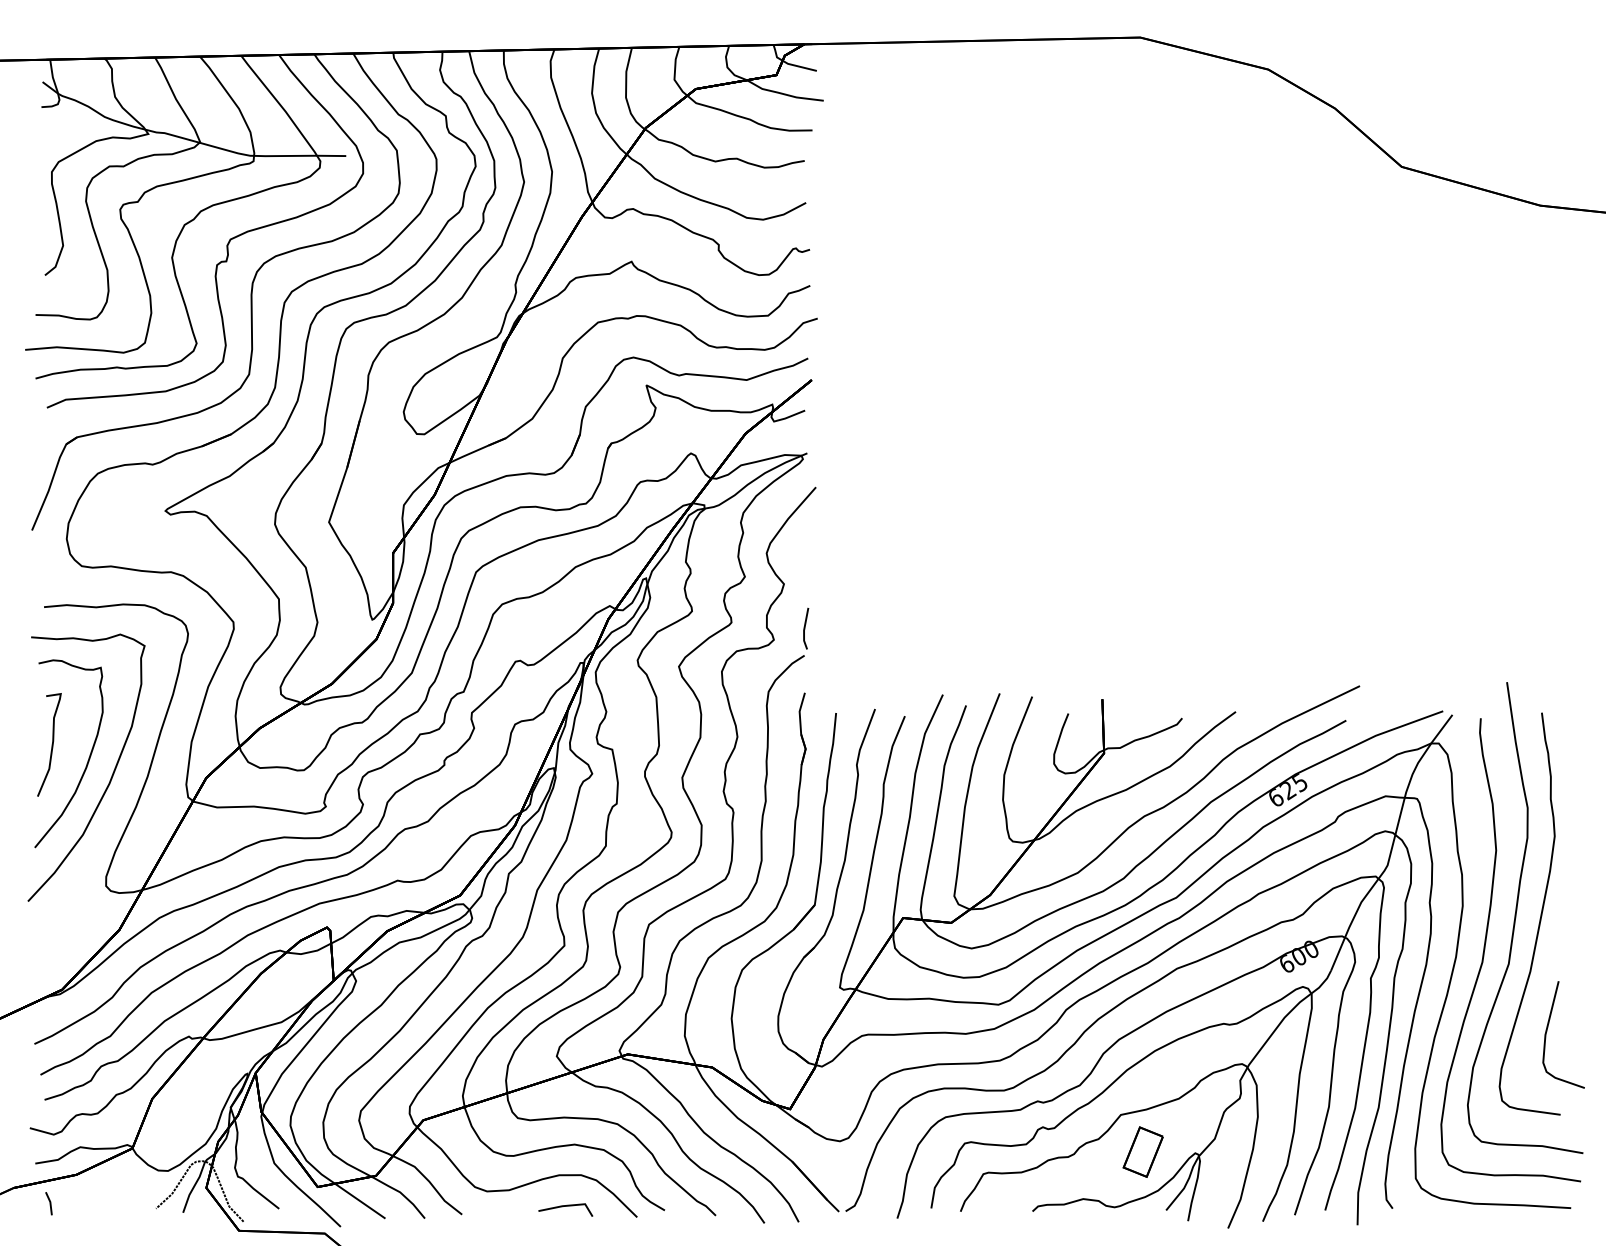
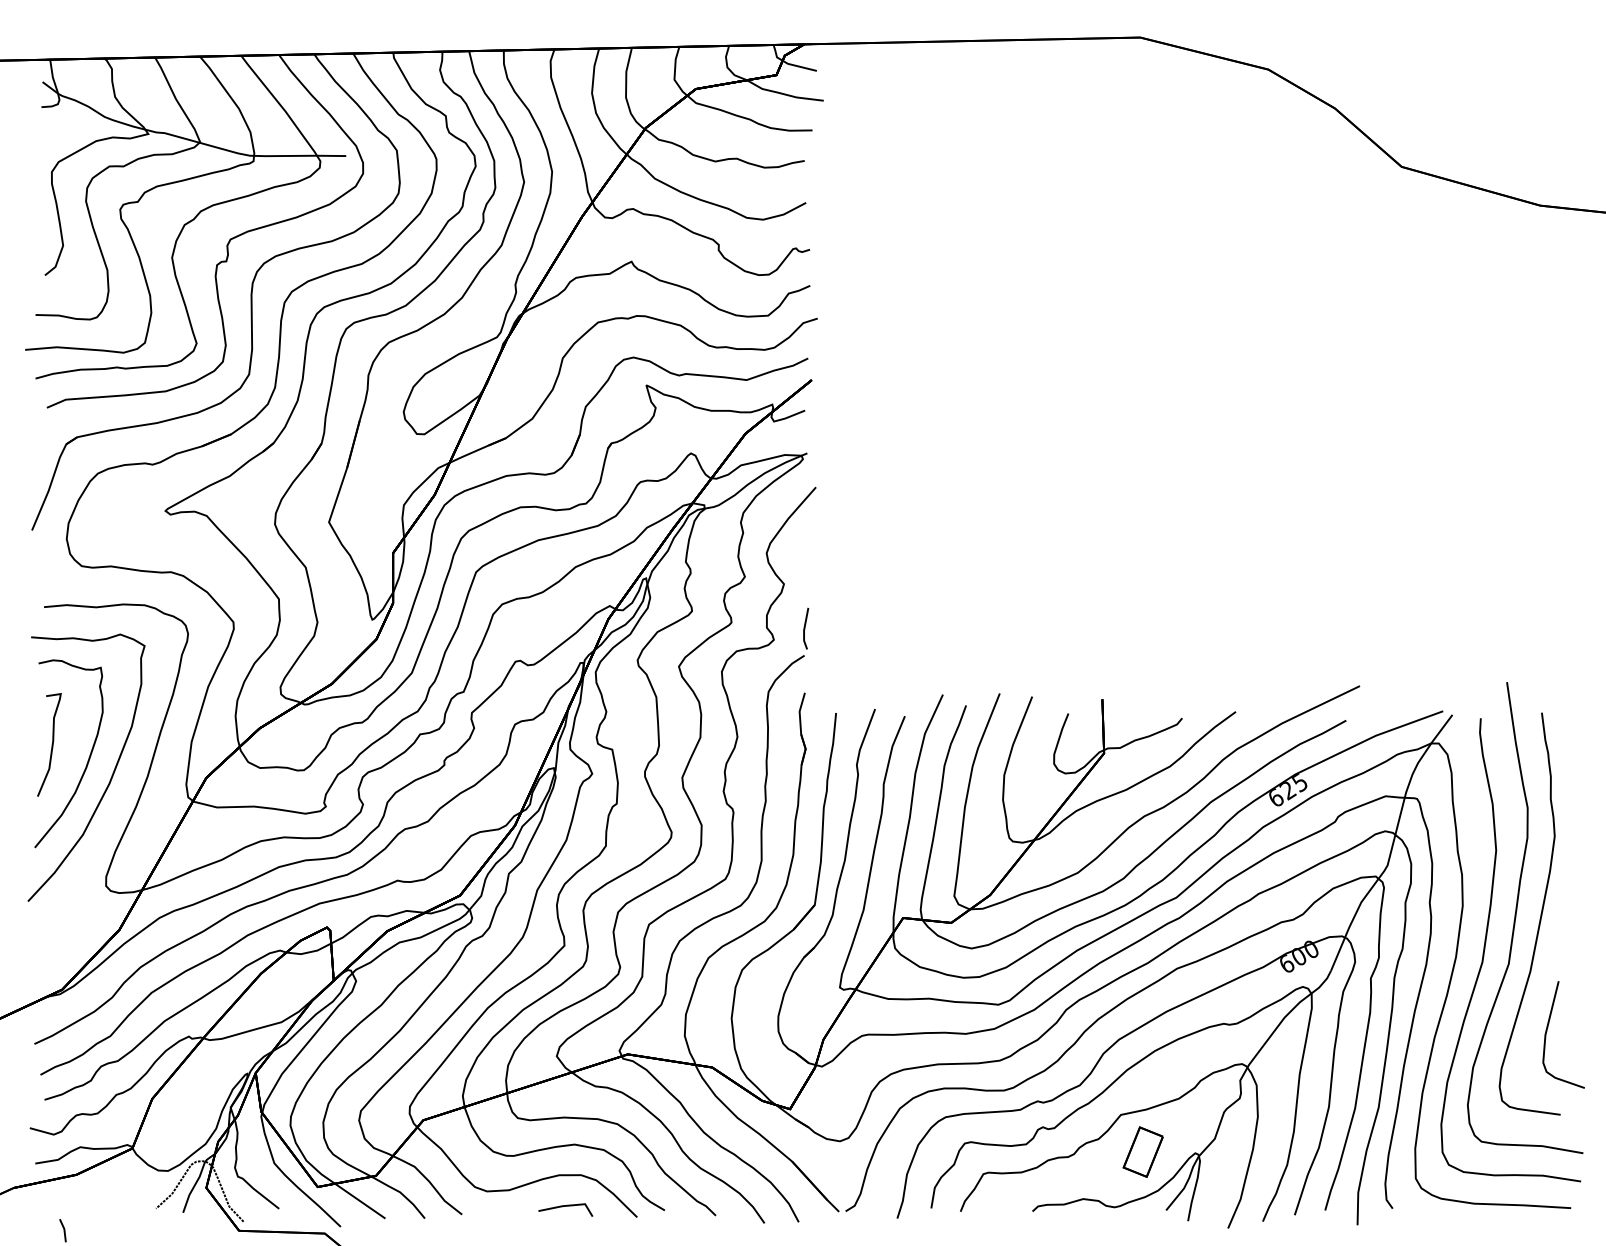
part at (48, 1203) position: (48, 1203) -> (62, 1230)
